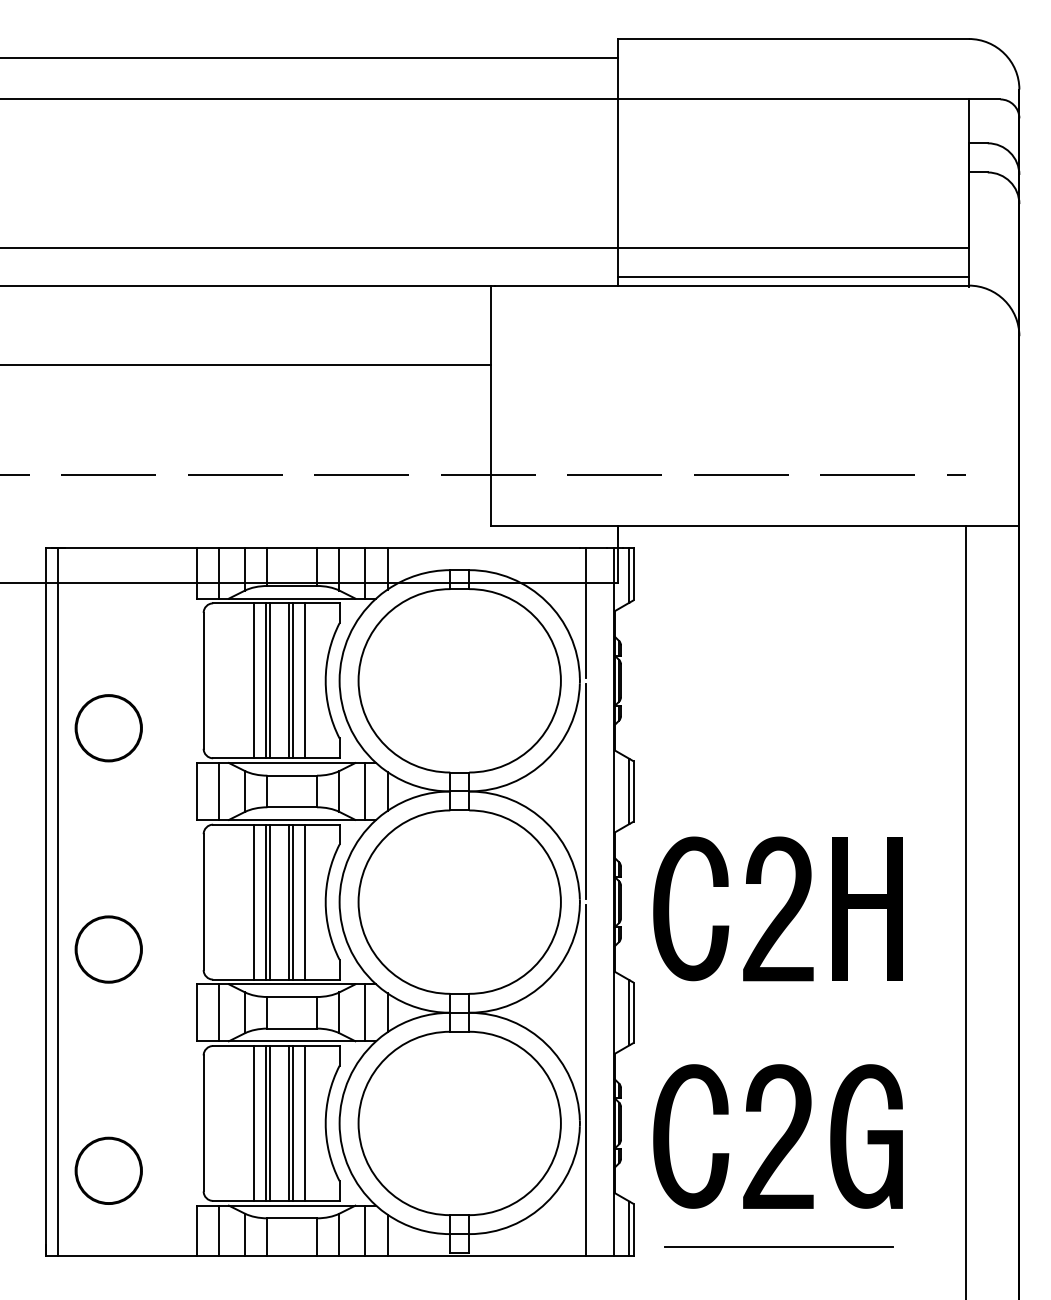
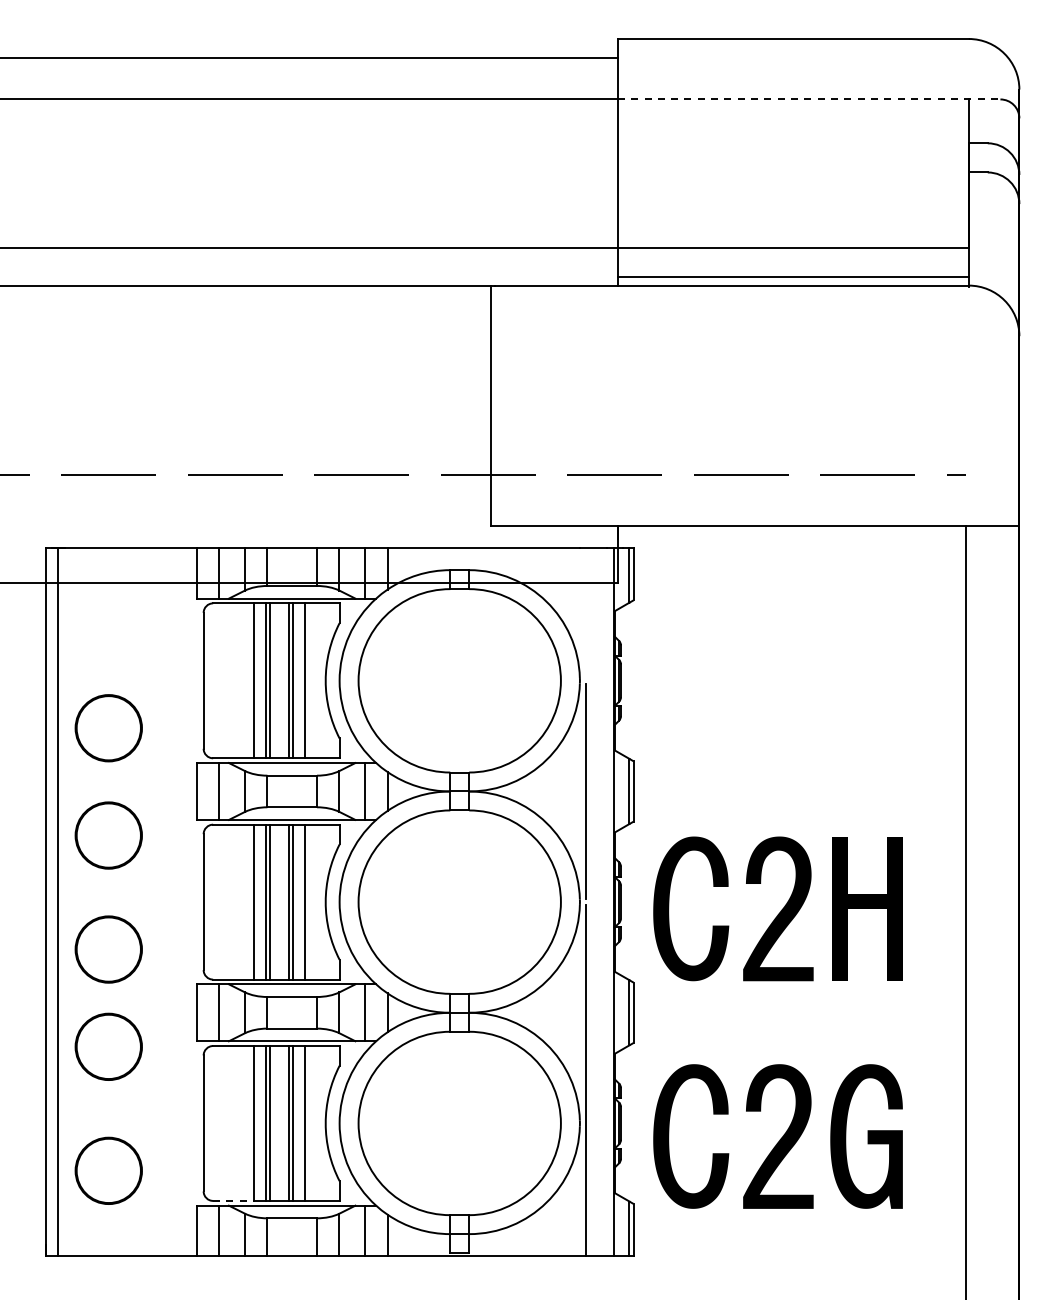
line at (809, 99): solid -> dashed
line at (246, 364): present -> none
line at (586, 613): present -> none
circle at (108, 835): none -> present
part at (108, 1046): none -> present
line at (234, 1200): solid -> dashed
line at (778, 1246): present -> none
